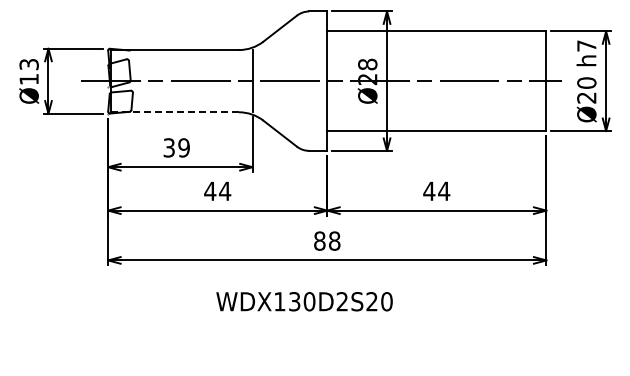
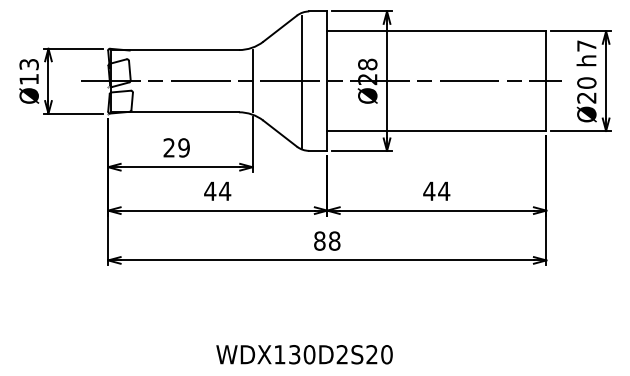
line at (302, 82): none -> present
line at (175, 112): dashed -> solid
text at (168, 147): 39 -> 29
text at (304, 301) position: (304, 301) -> (304, 354)
